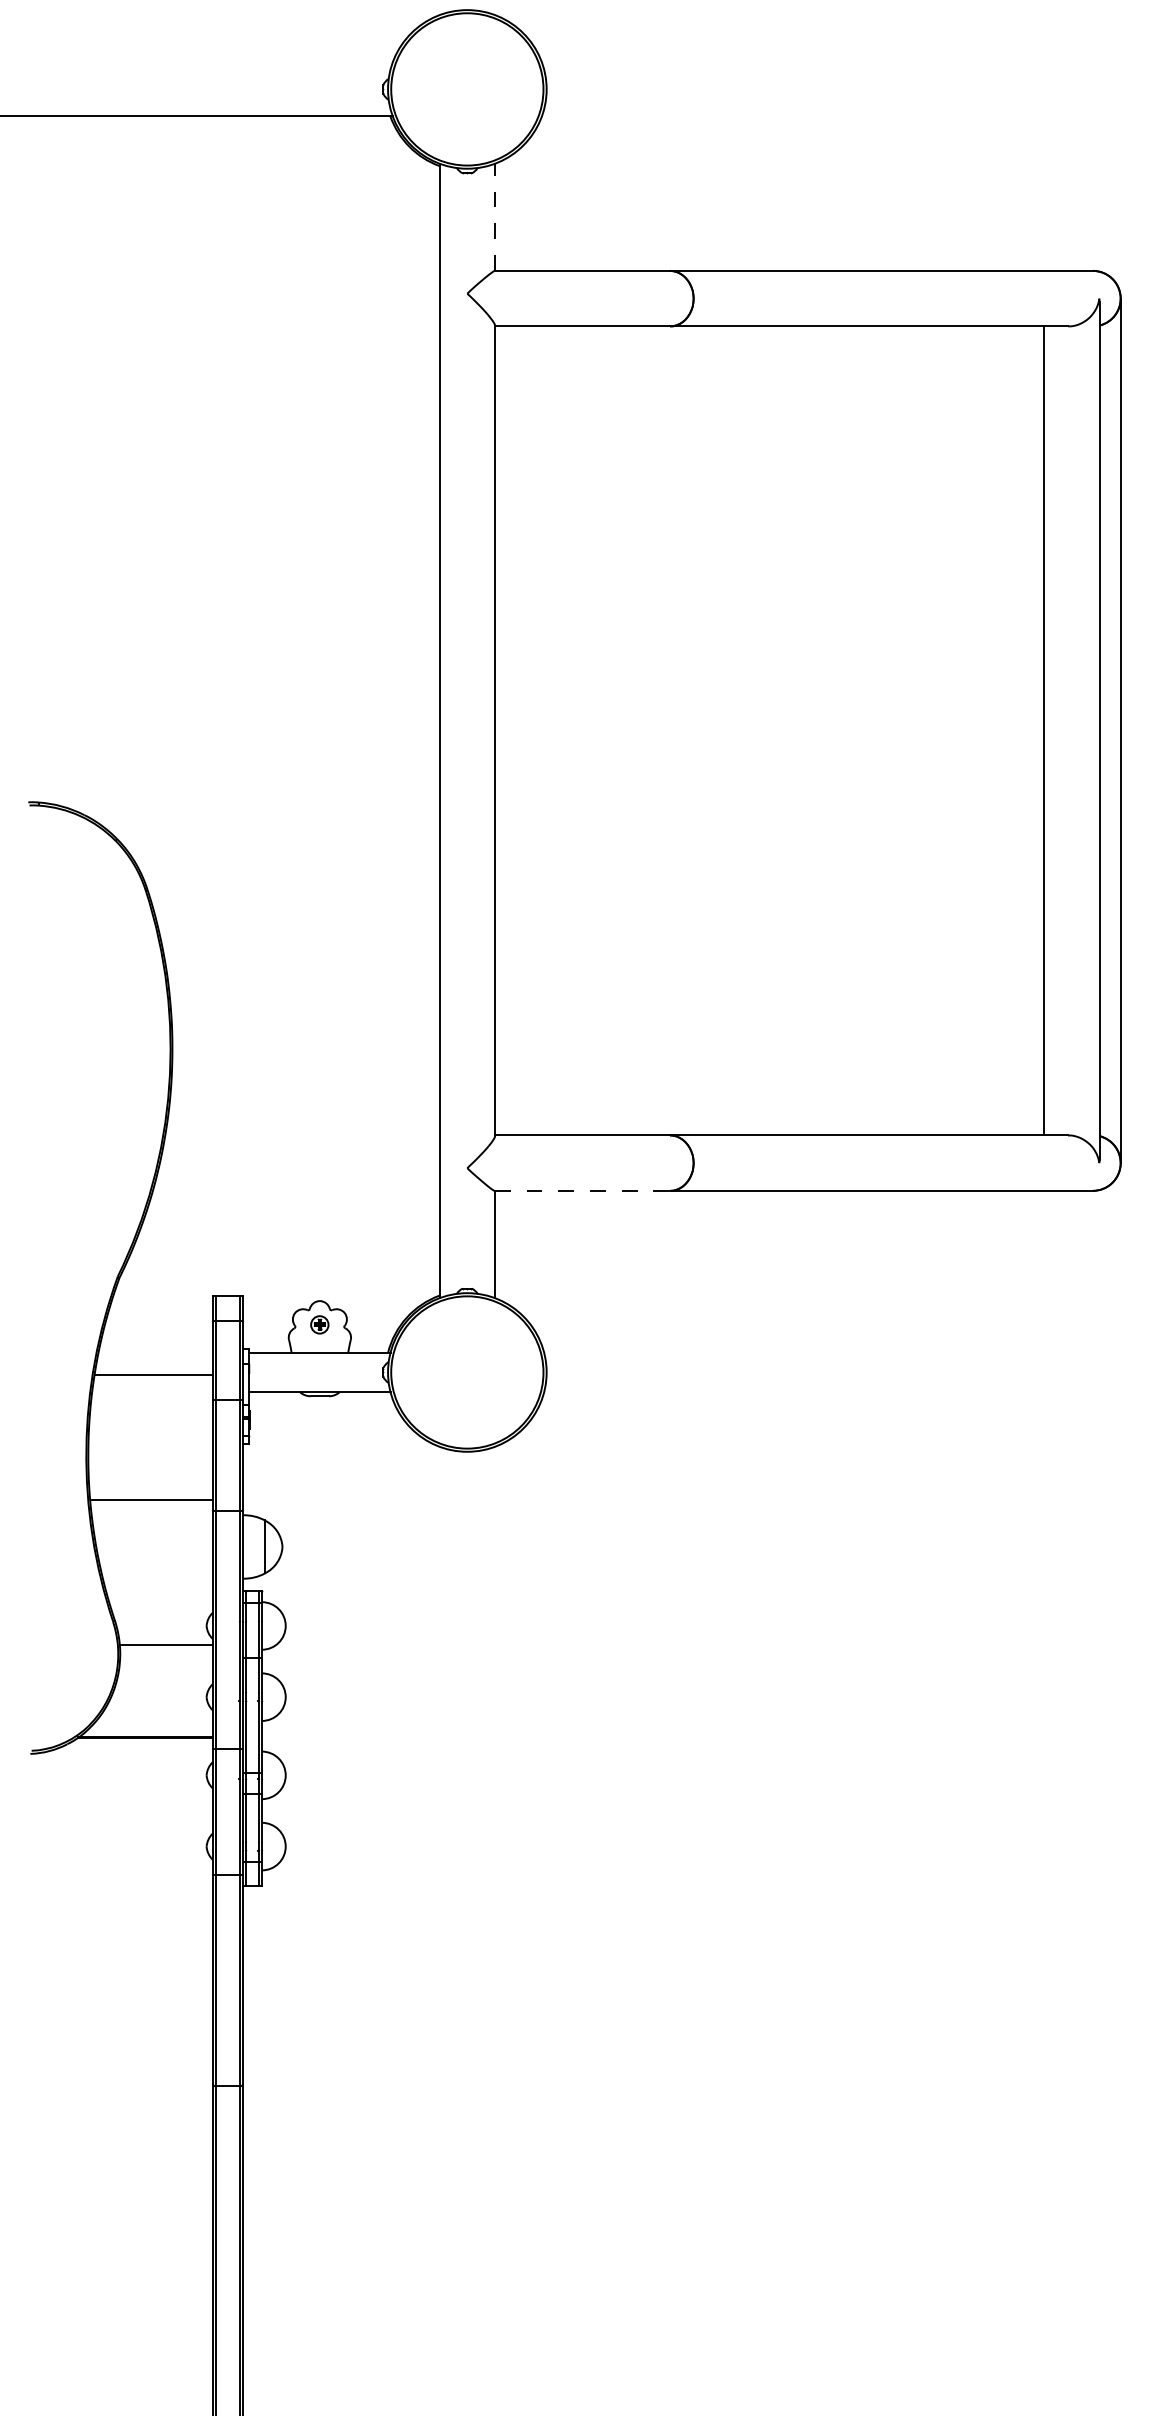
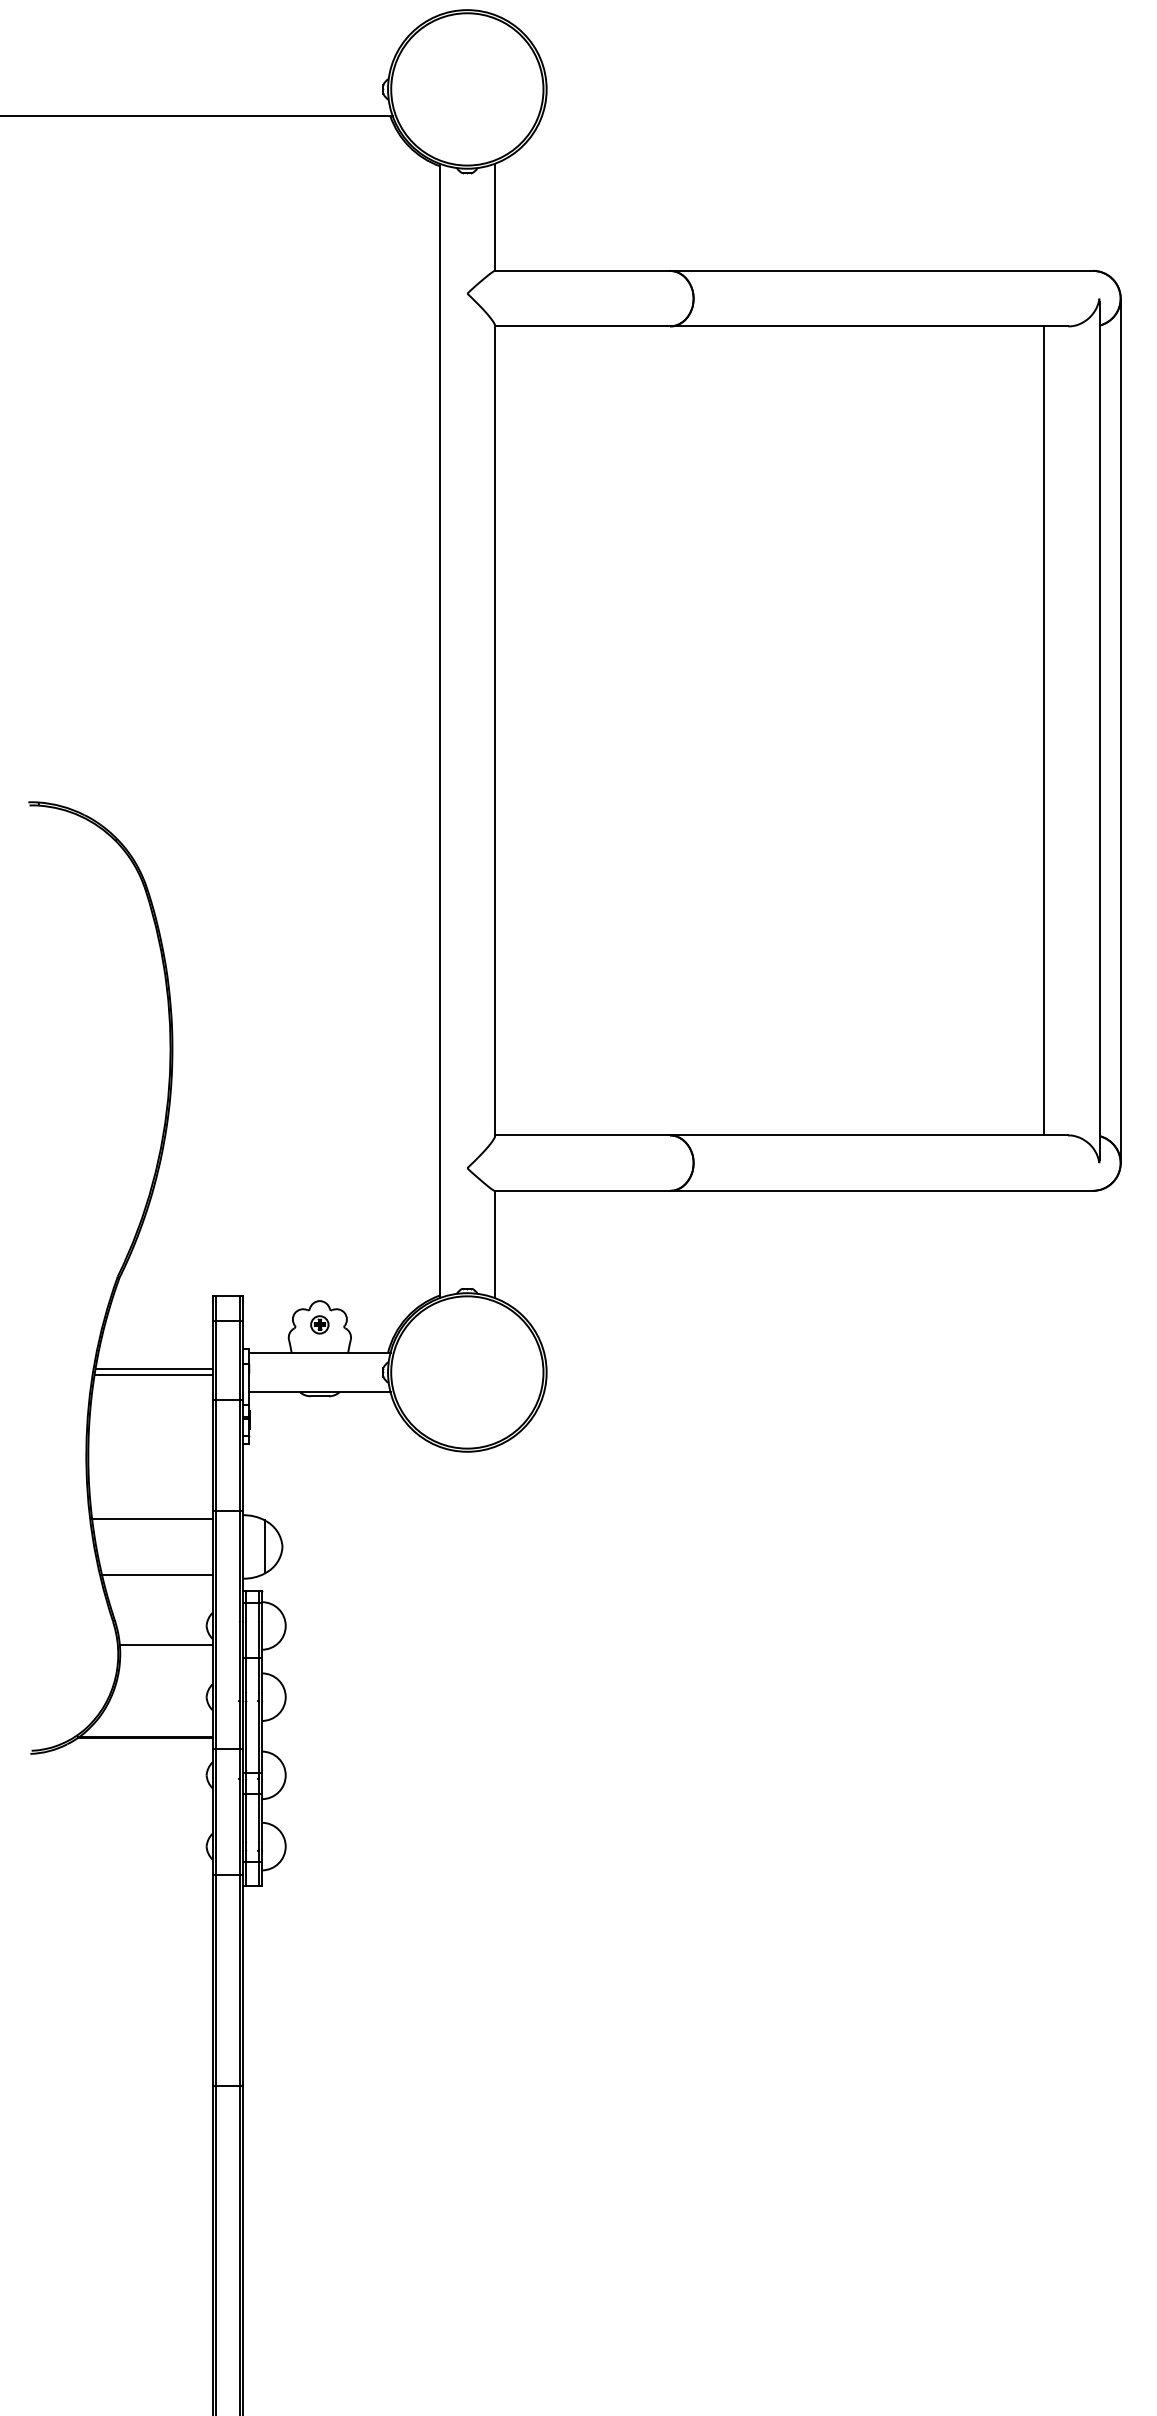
line at (495, 217): dashed -> solid
line at (582, 1190): dashed -> solid
line at (153, 1369): none -> present
line at (152, 1500) position: (152, 1500) -> (152, 1519)
line at (157, 1574): none -> present
